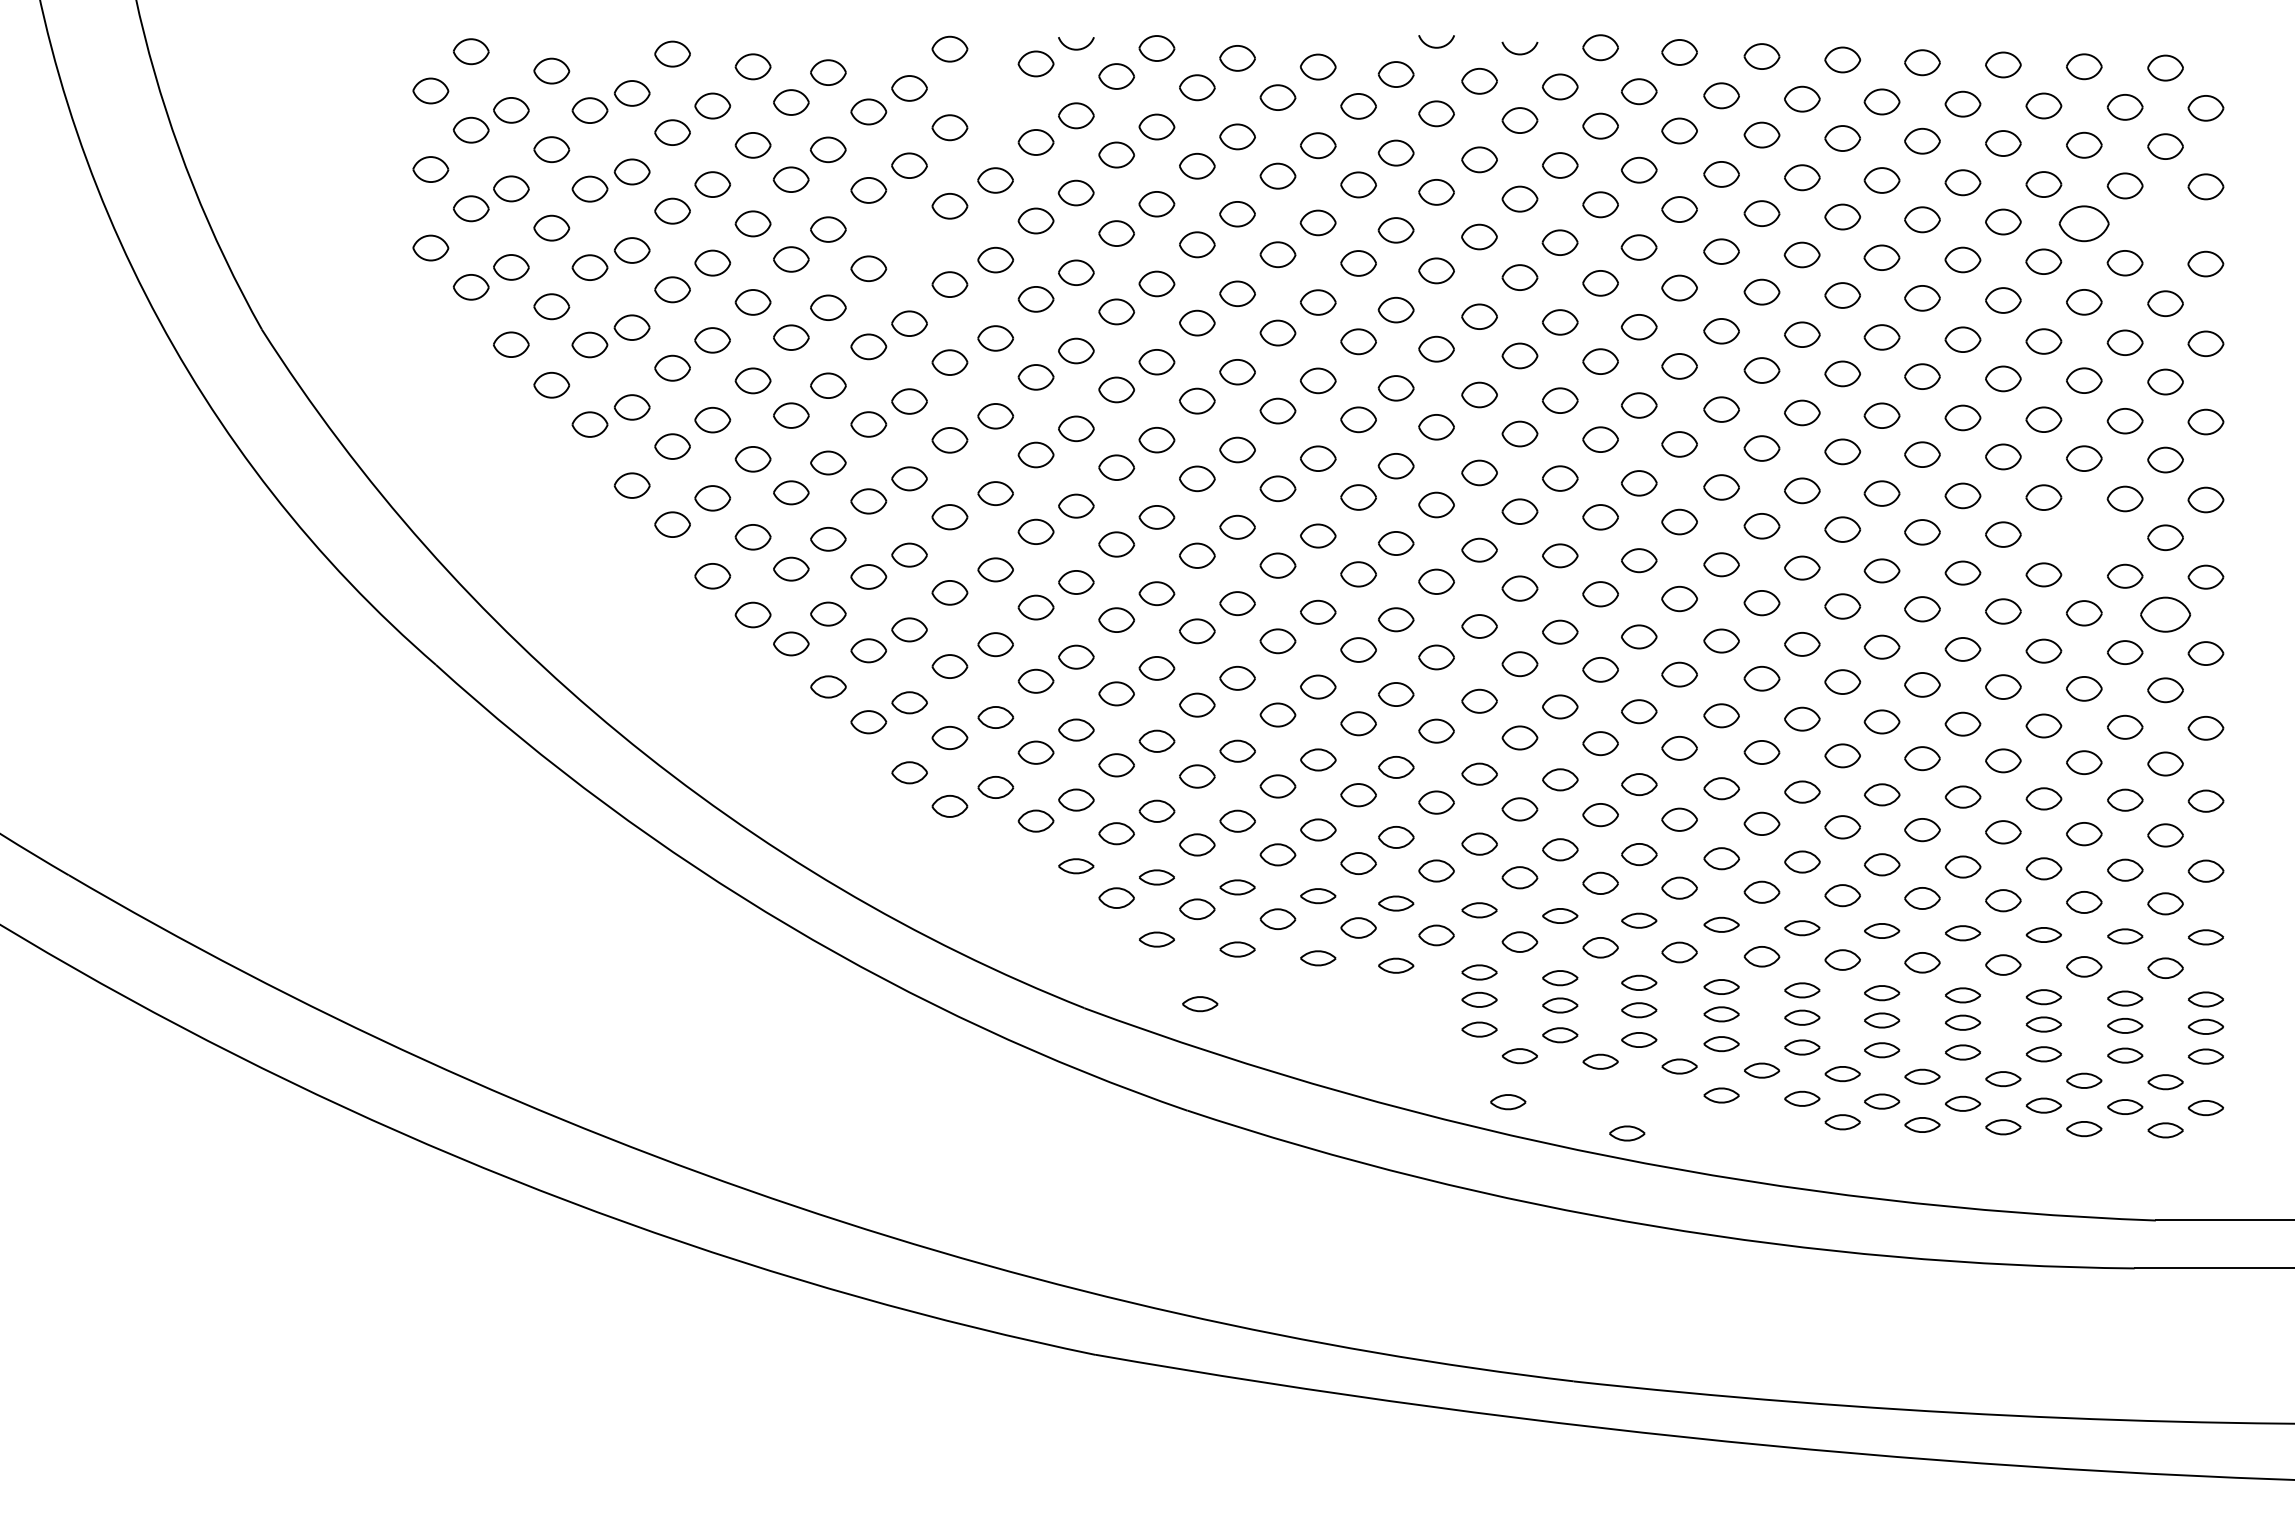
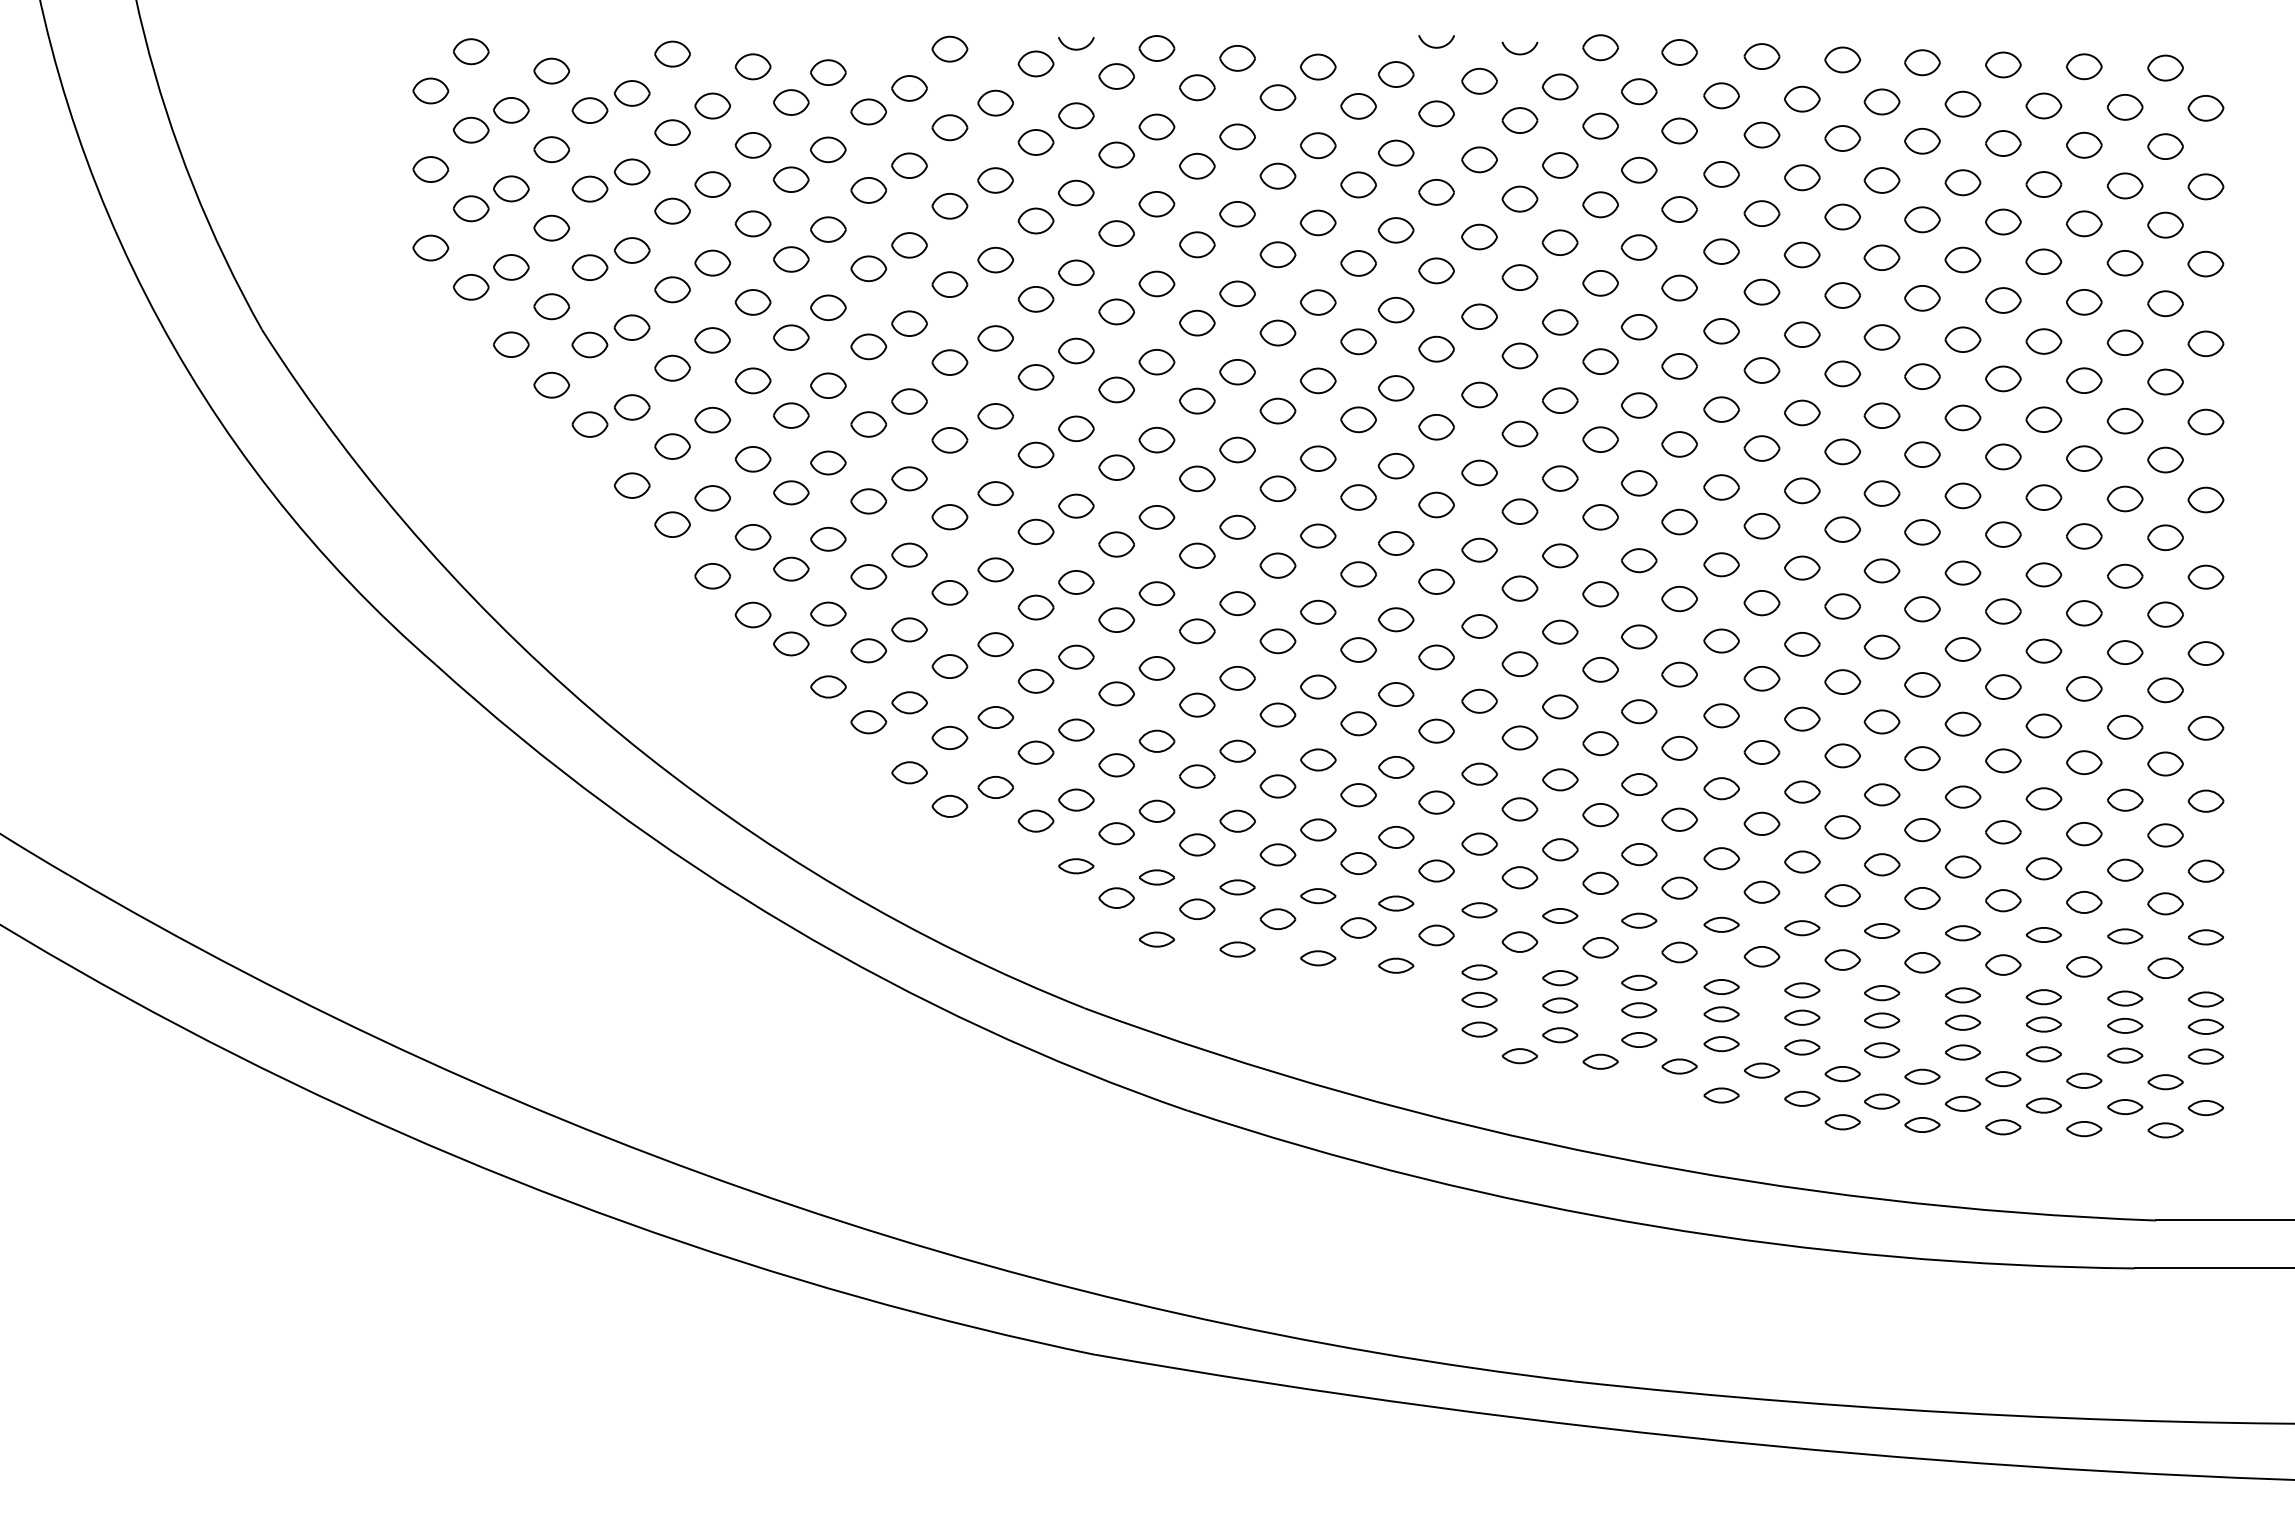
part at (995, 102): none -> present
part at (2083, 223) size: 52x38 px -> 37x28 px
part at (2165, 224): none -> present
part at (909, 245): none -> present
part at (2084, 536): none -> present
part at (2165, 614) size: 52x37 px -> 37x27 px
part at (1200, 1004): present -> none
part at (1508, 1102): present -> none
part at (1627, 1133): present -> none
